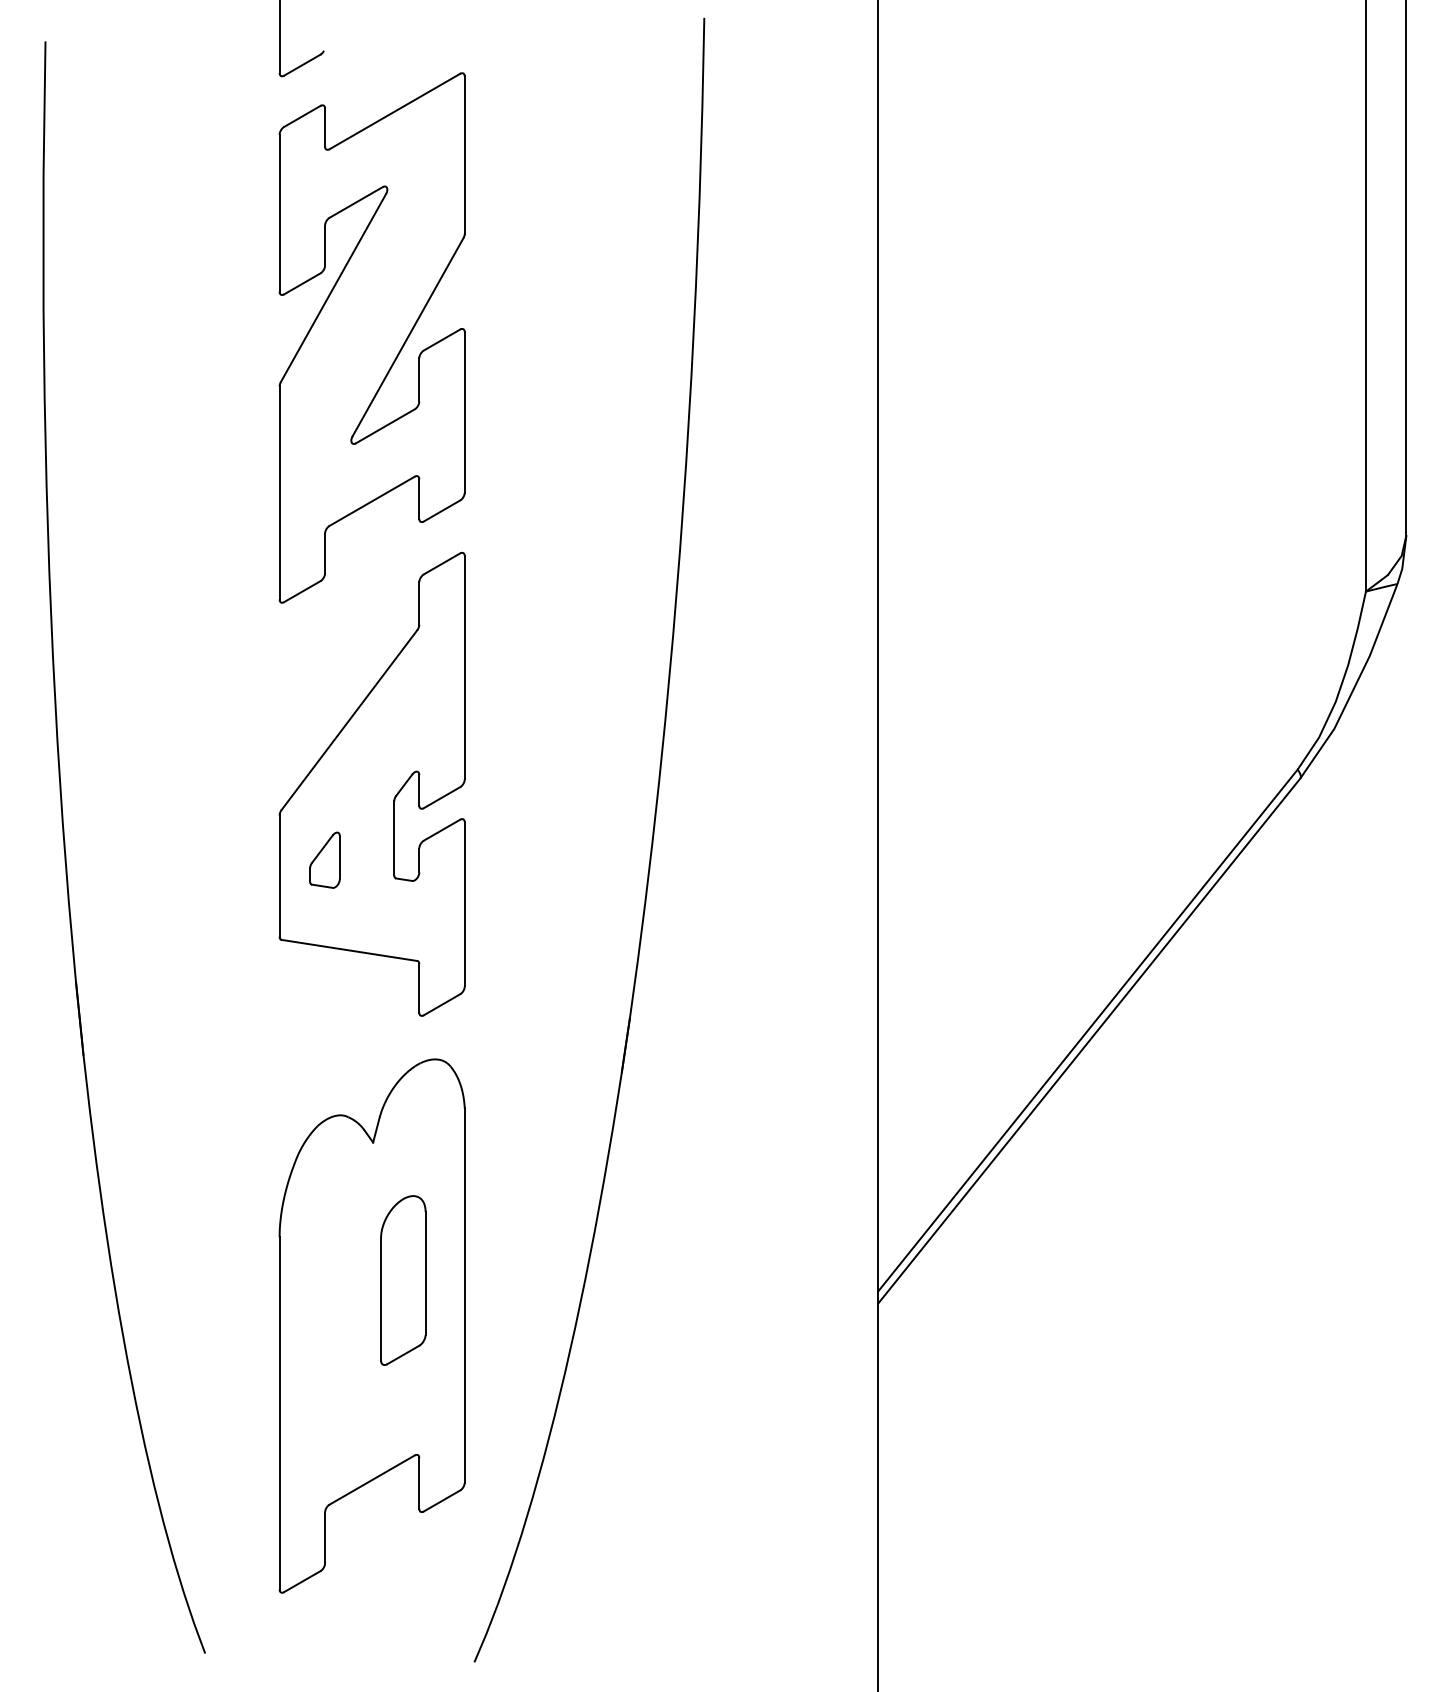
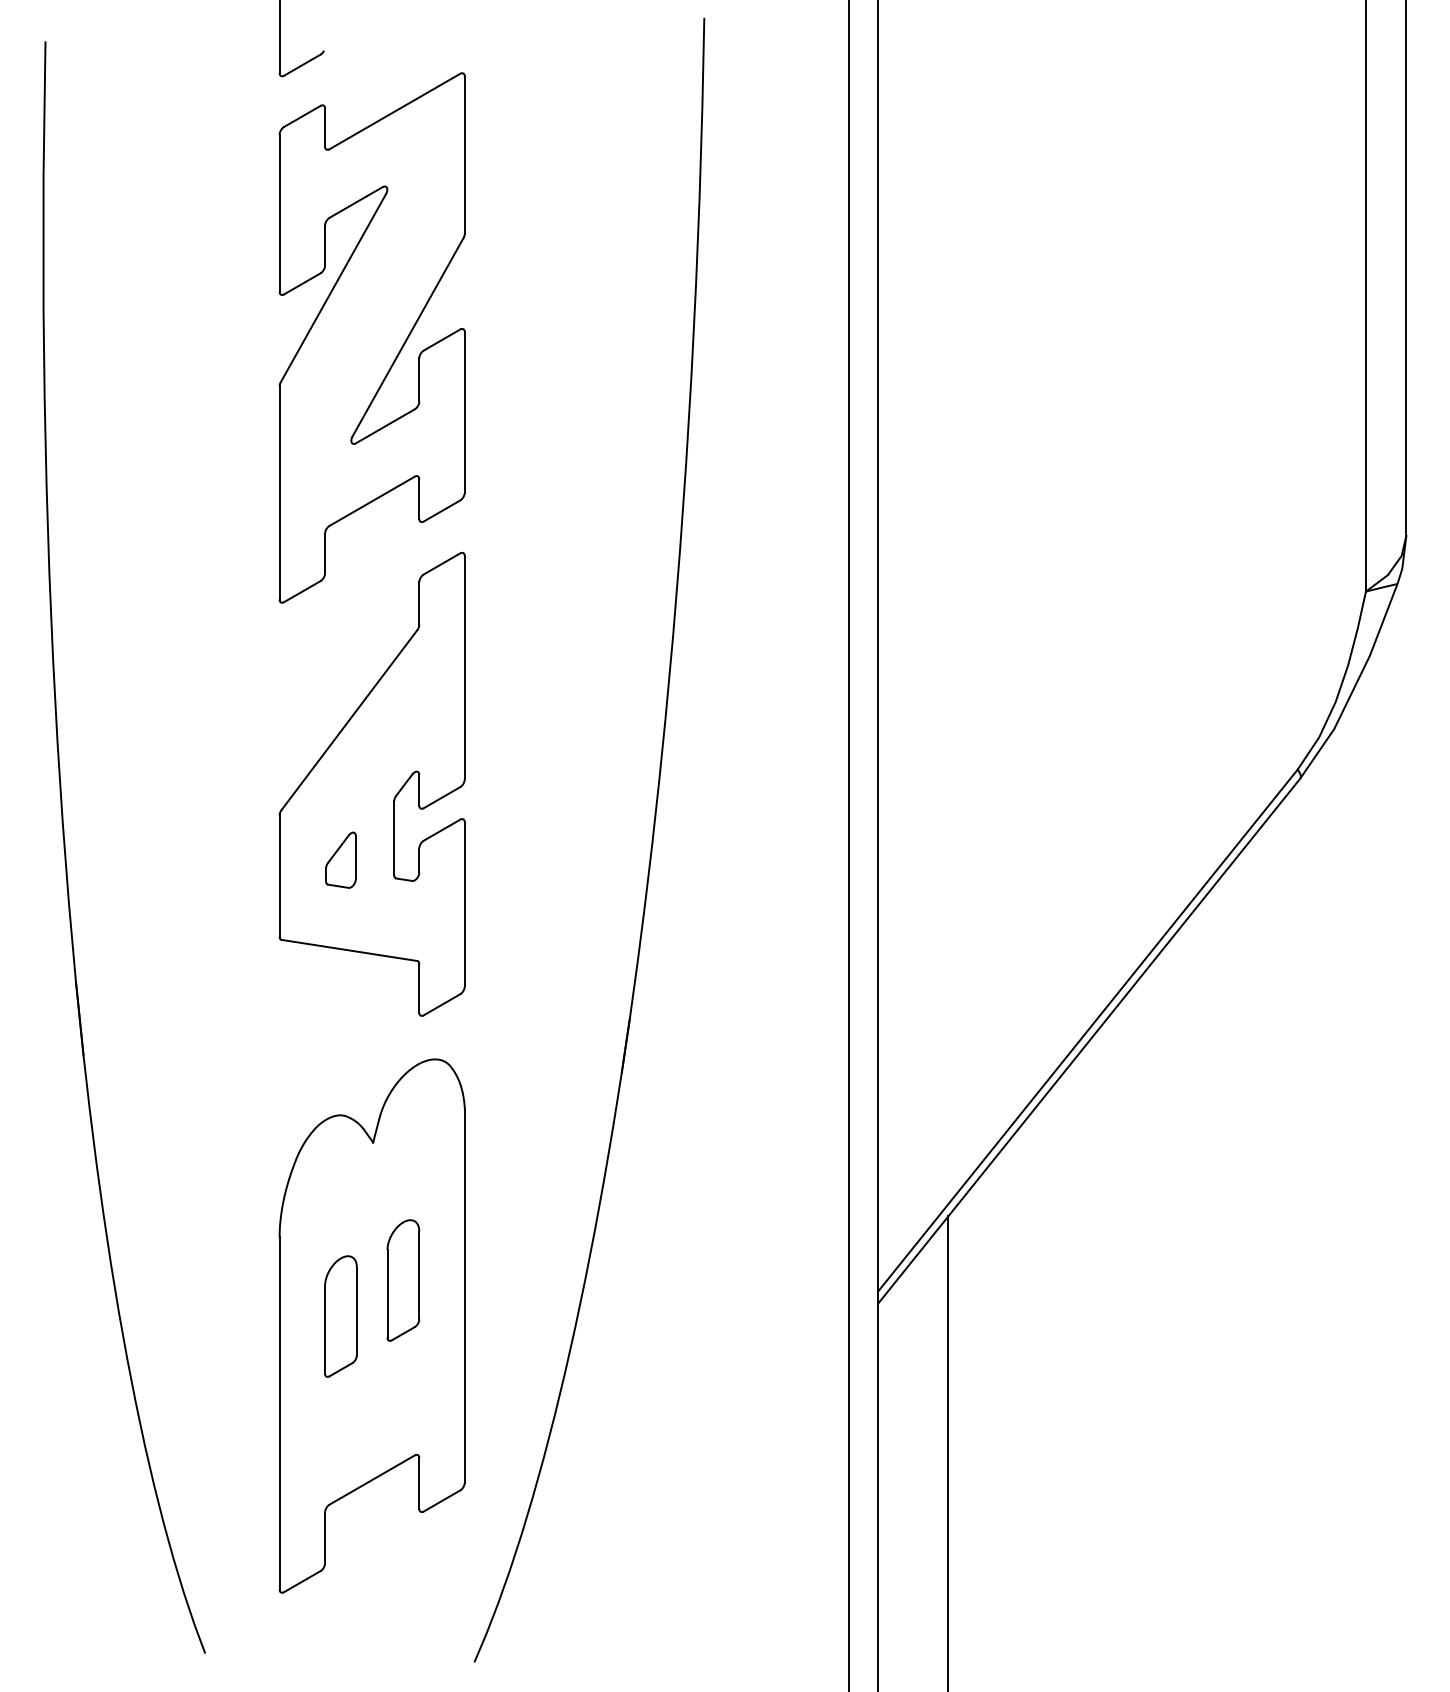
line at (849, 845): none -> present
part at (324, 859) position: (324, 859) -> (340, 859)
part at (403, 1280) size: 47x171 px -> 35x123 px
part at (340, 1316): none -> present
line at (948, 1452): none -> present
